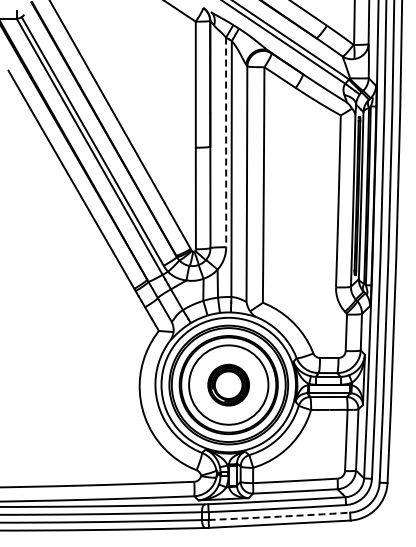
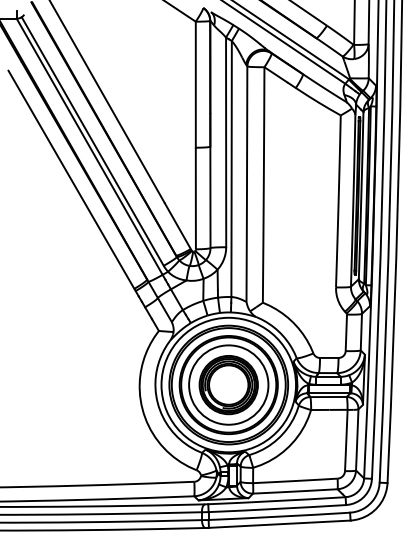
line at (226, 142): dashed -> solid
part at (228, 384) size: 43x44 px -> 61x61 px
arc at (279, 516): dashed -> solid
